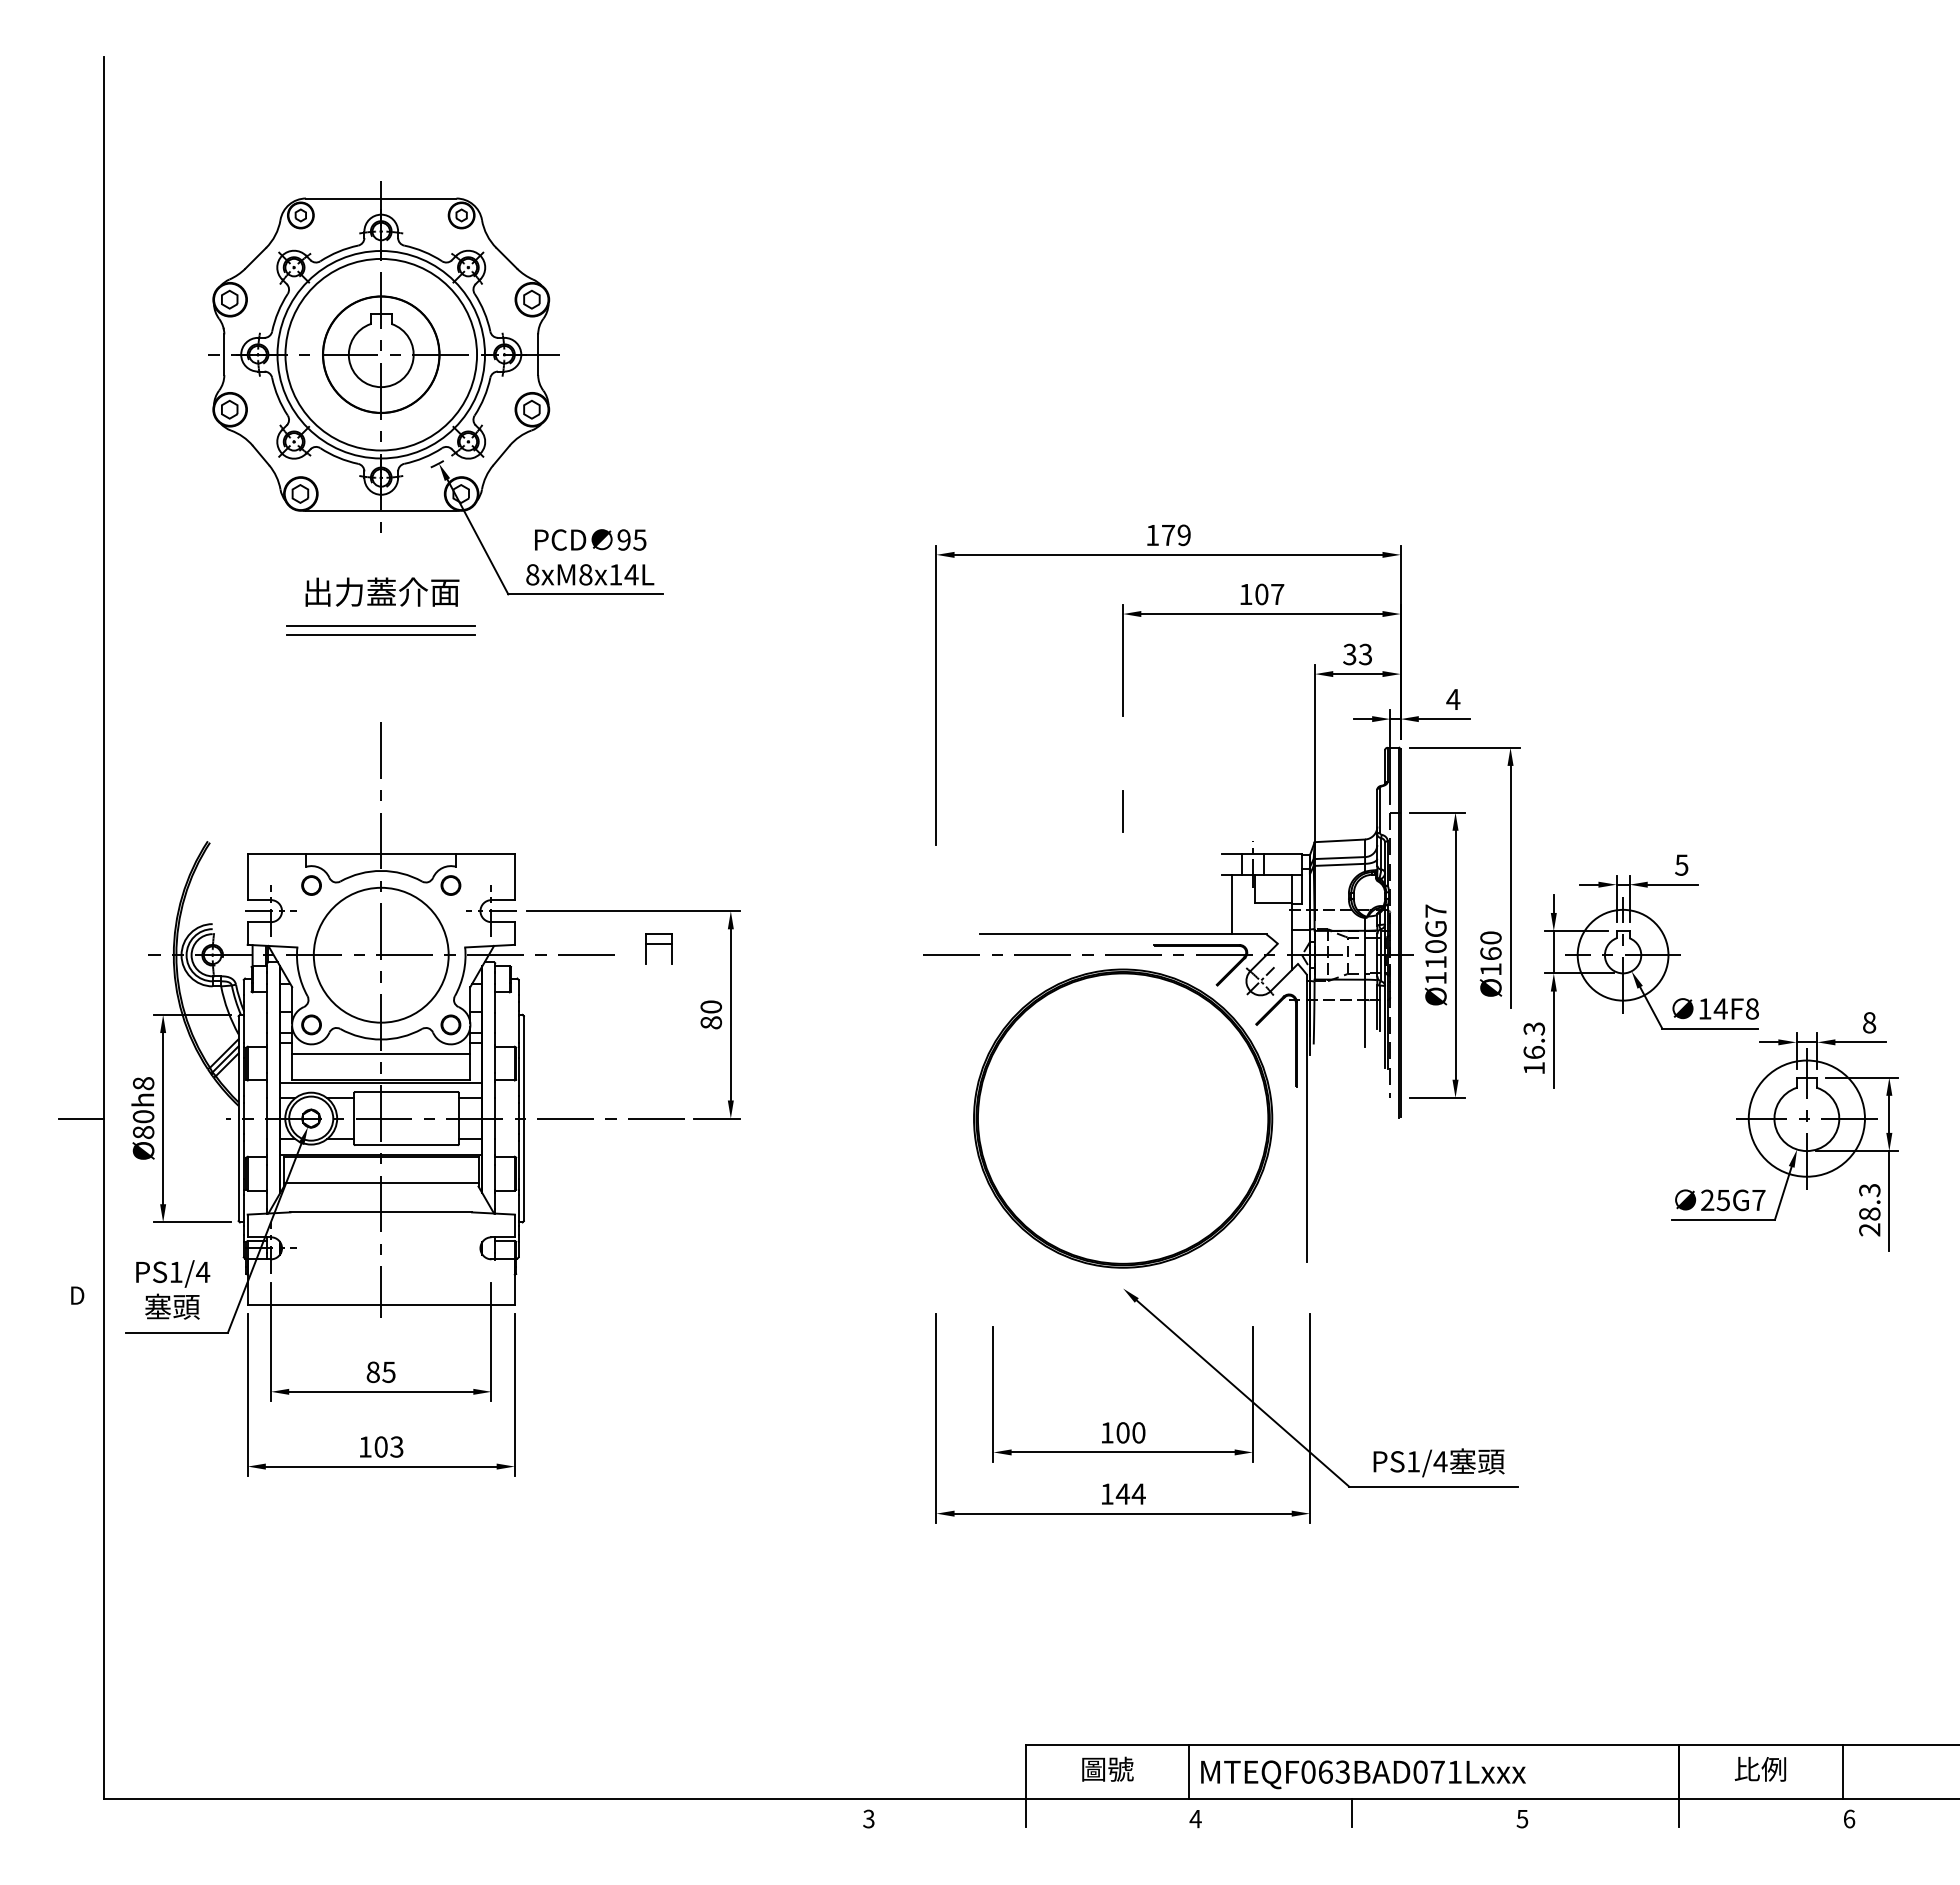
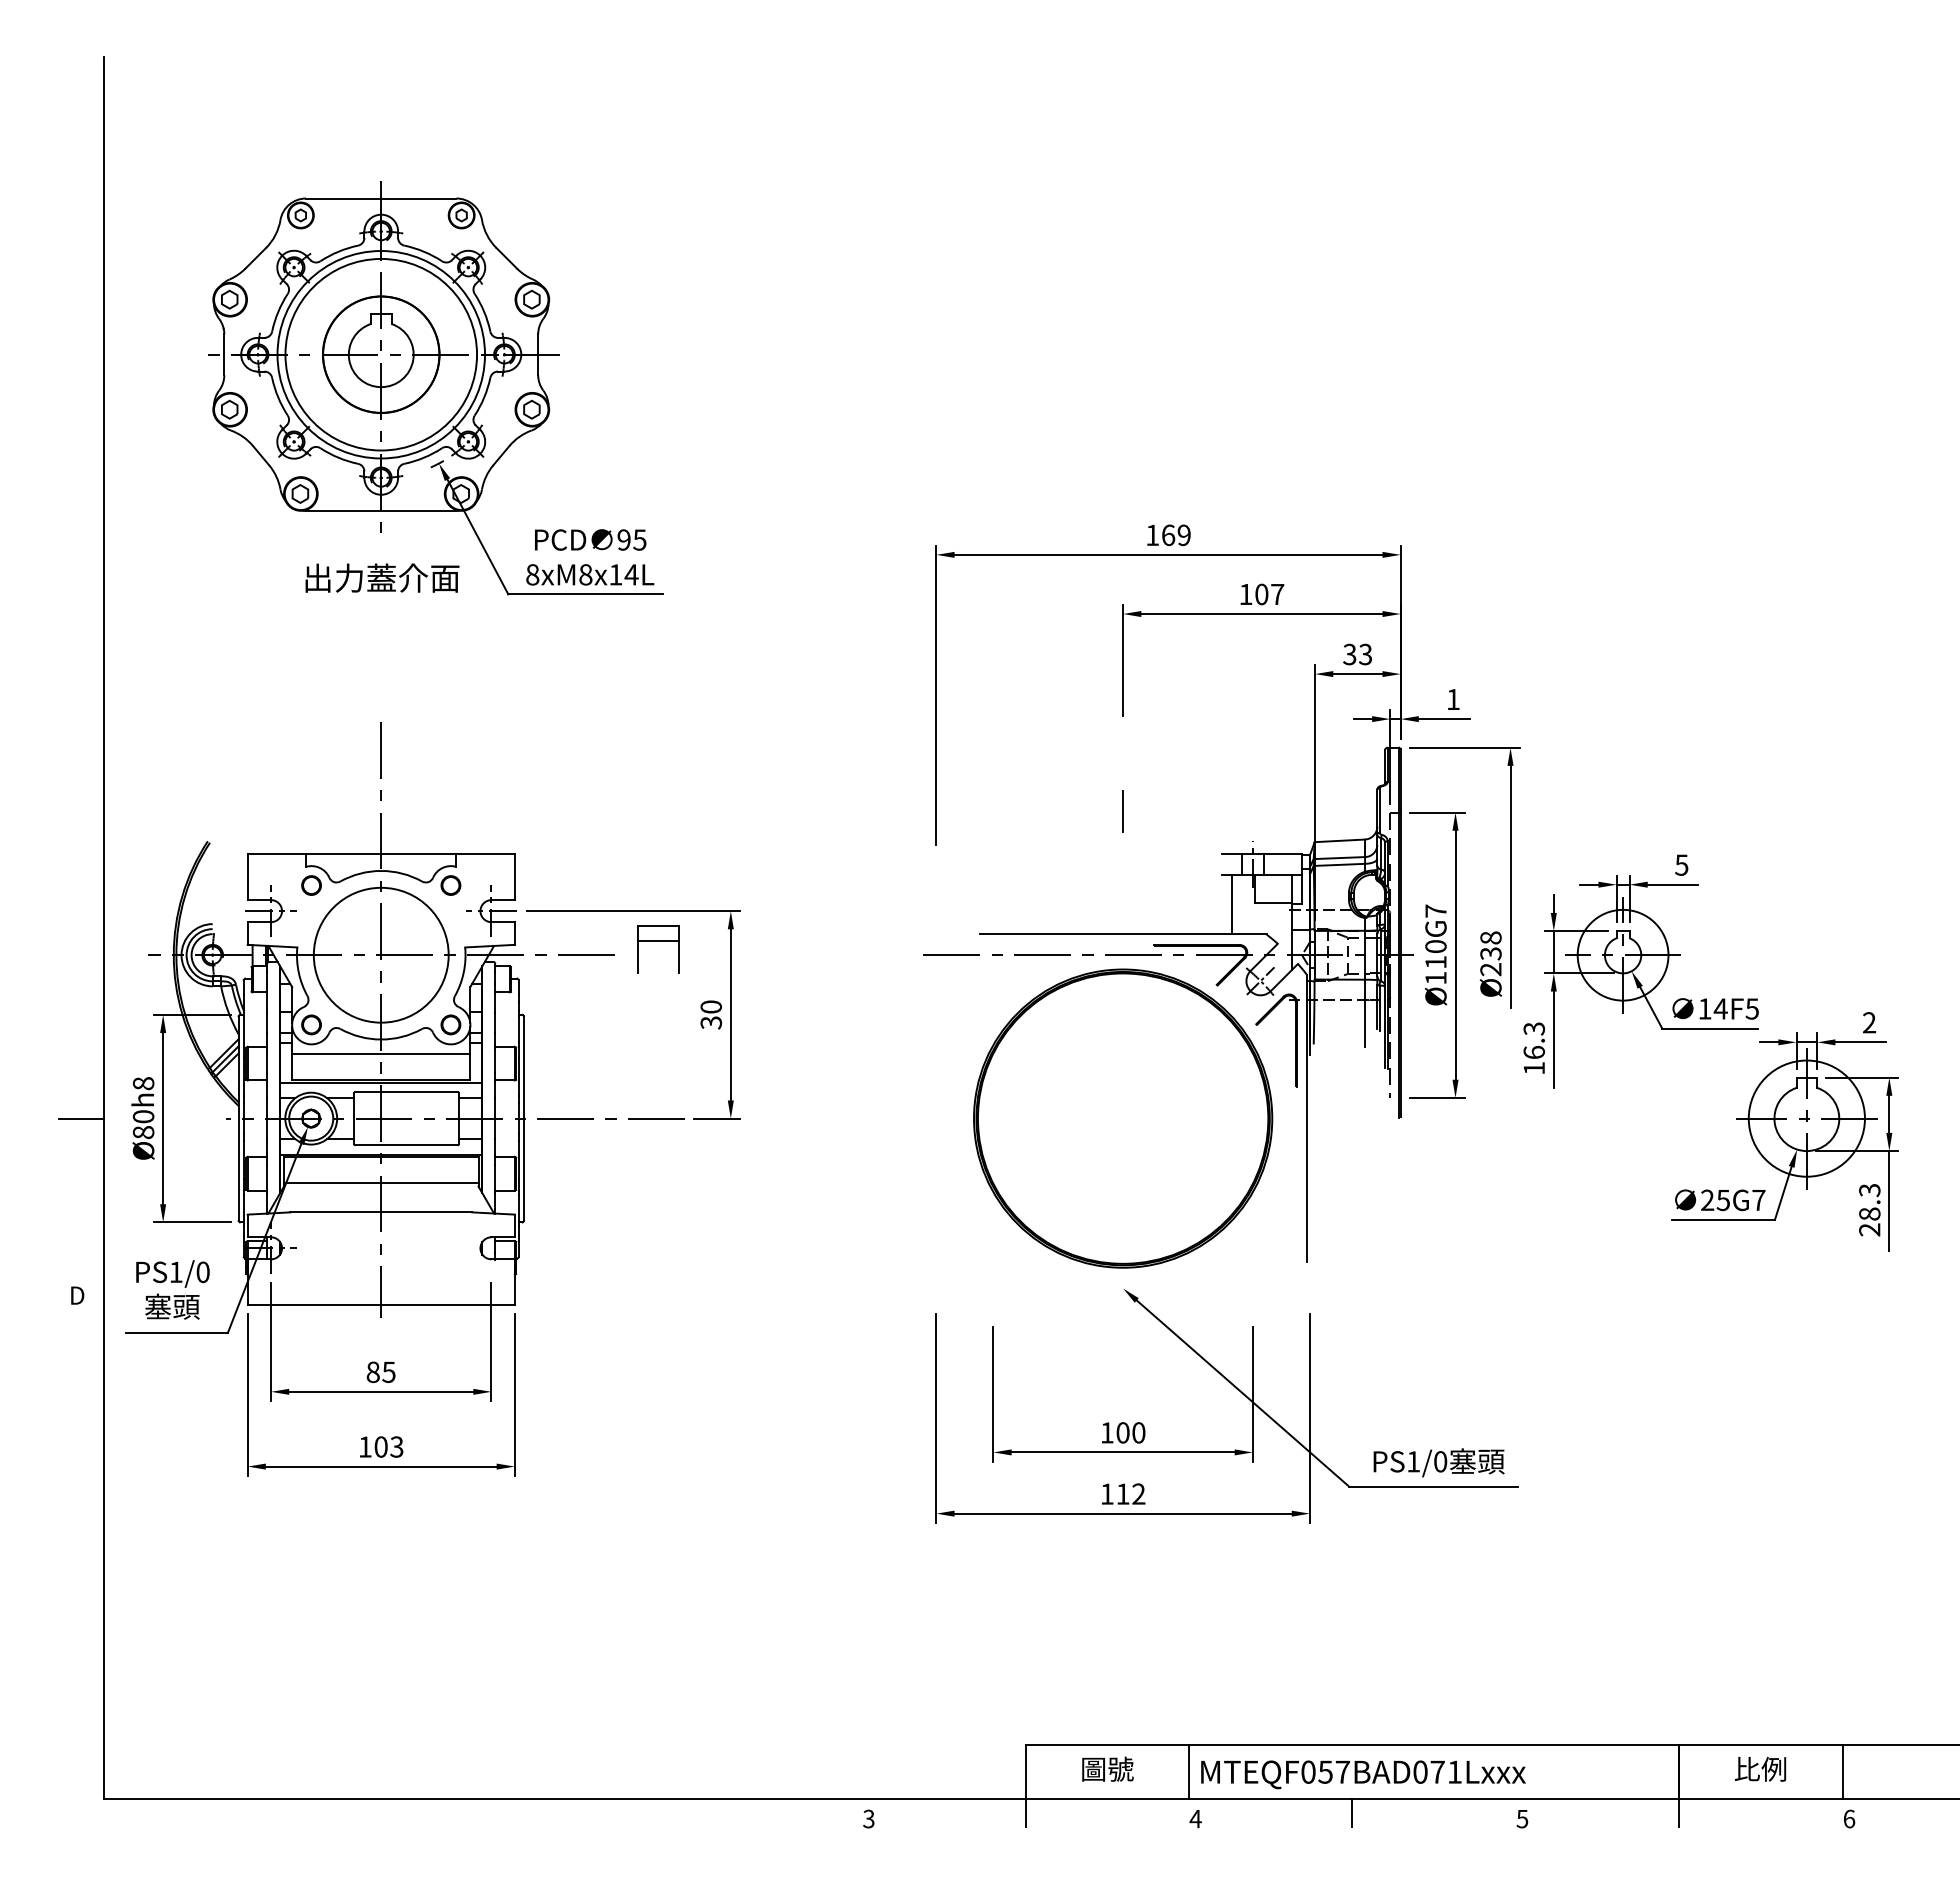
text at (1168, 535): 179 -> 169
text at (382, 591) position: (382, 591) -> (382, 577)
line at (381, 625): present -> none
line at (381, 634): present -> none
text at (1453, 699): 4 -> 1
part at (658, 948) size: 28x32 px -> 43x49 px
text at (1490, 953): Ø160 -> Ø238
text at (1751, 1008): 14F8 -> 14F5
text at (710, 1022): 80 -> 30
text at (1869, 1022): 8 -> 2
text at (203, 1272): PS1/4 -> PS1/0
text at (1440, 1461): PS1/4 -> PS1/0
text at (1130, 1493): 144 -> 112
text at (1334, 1771): MTEQF063BAD071Lxxx -> MTEQF057BAD071Lxxx
